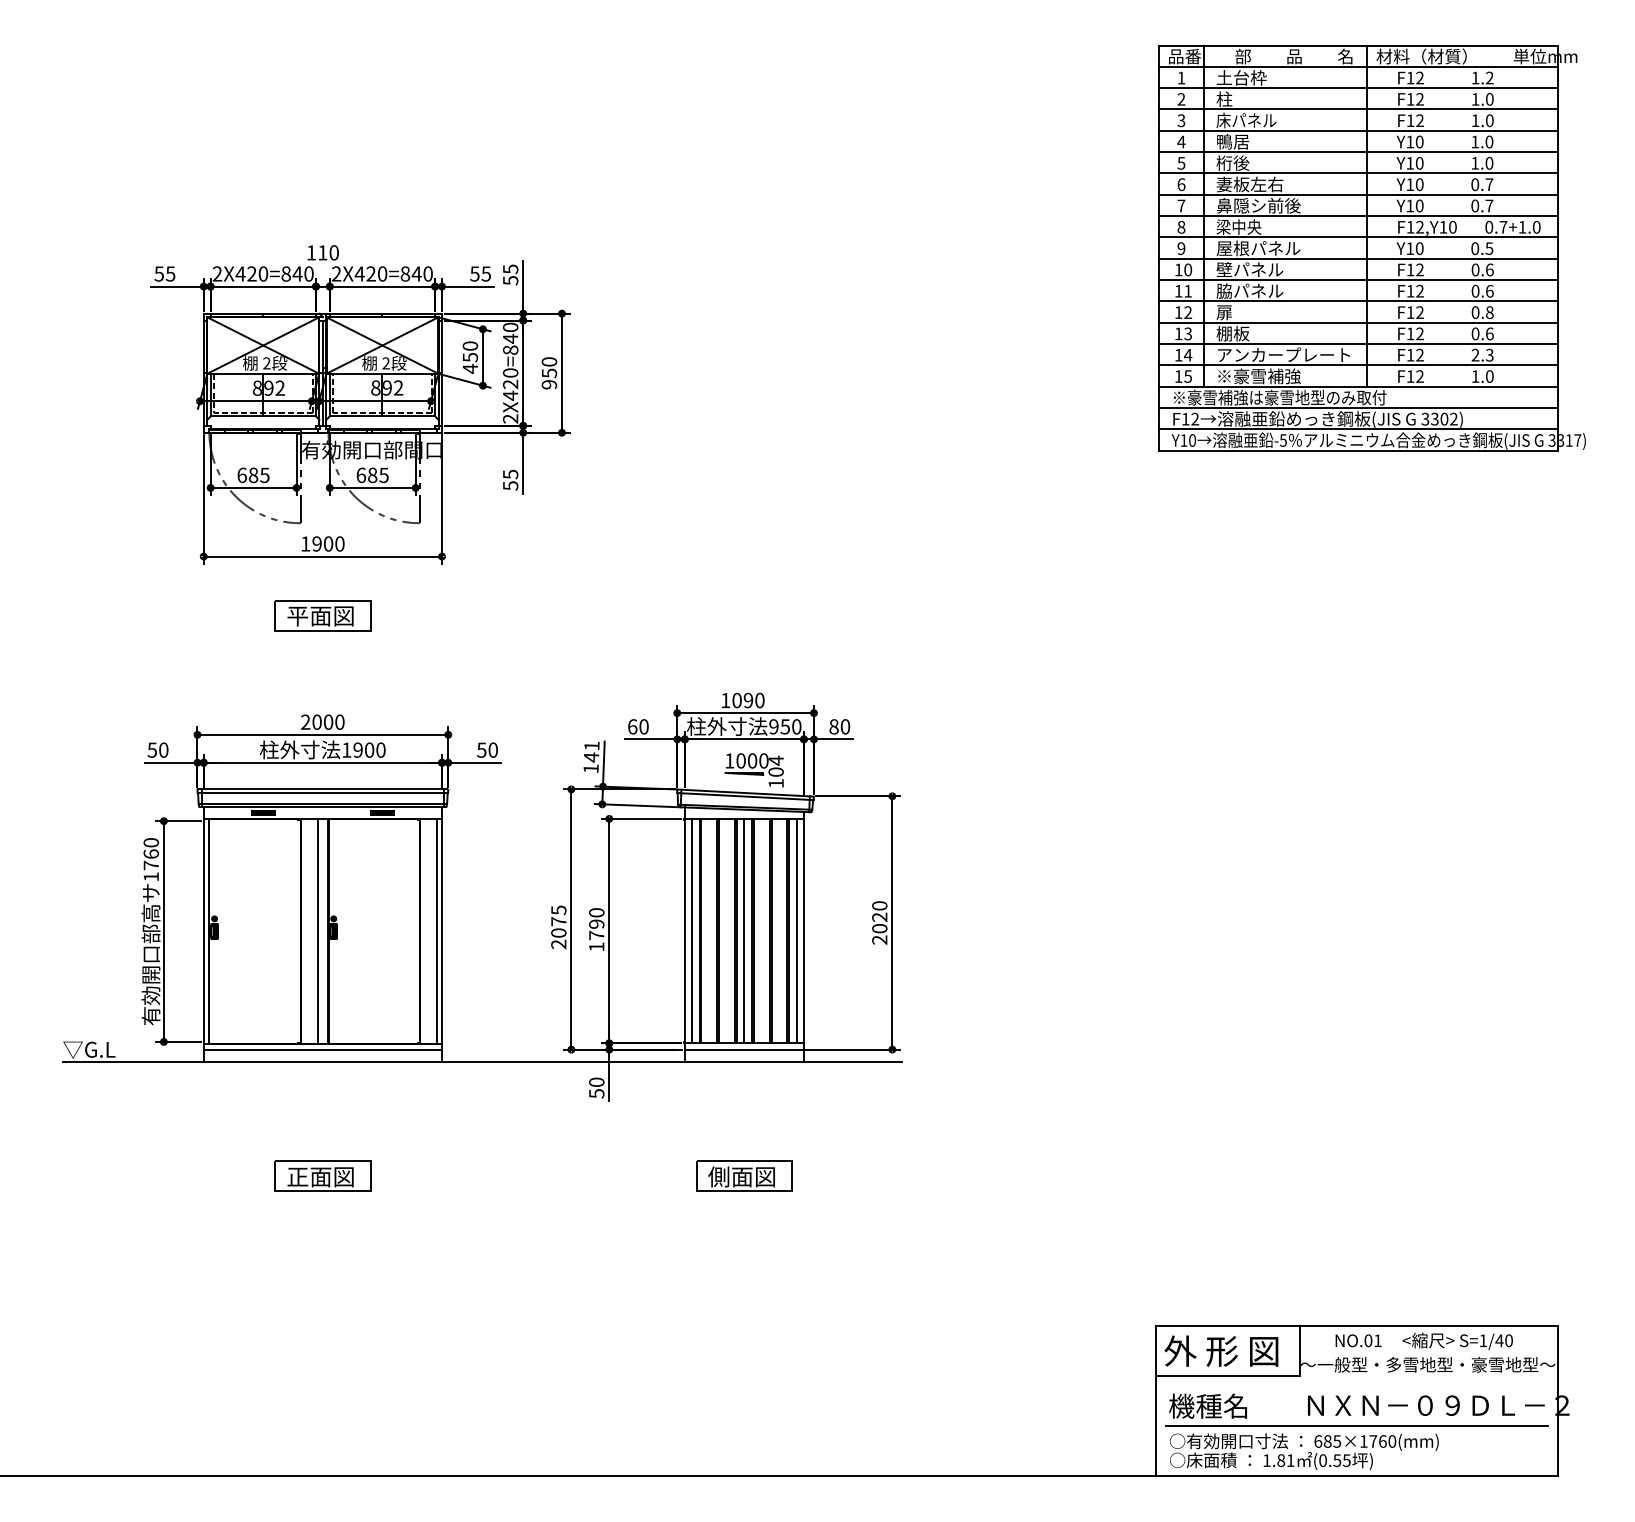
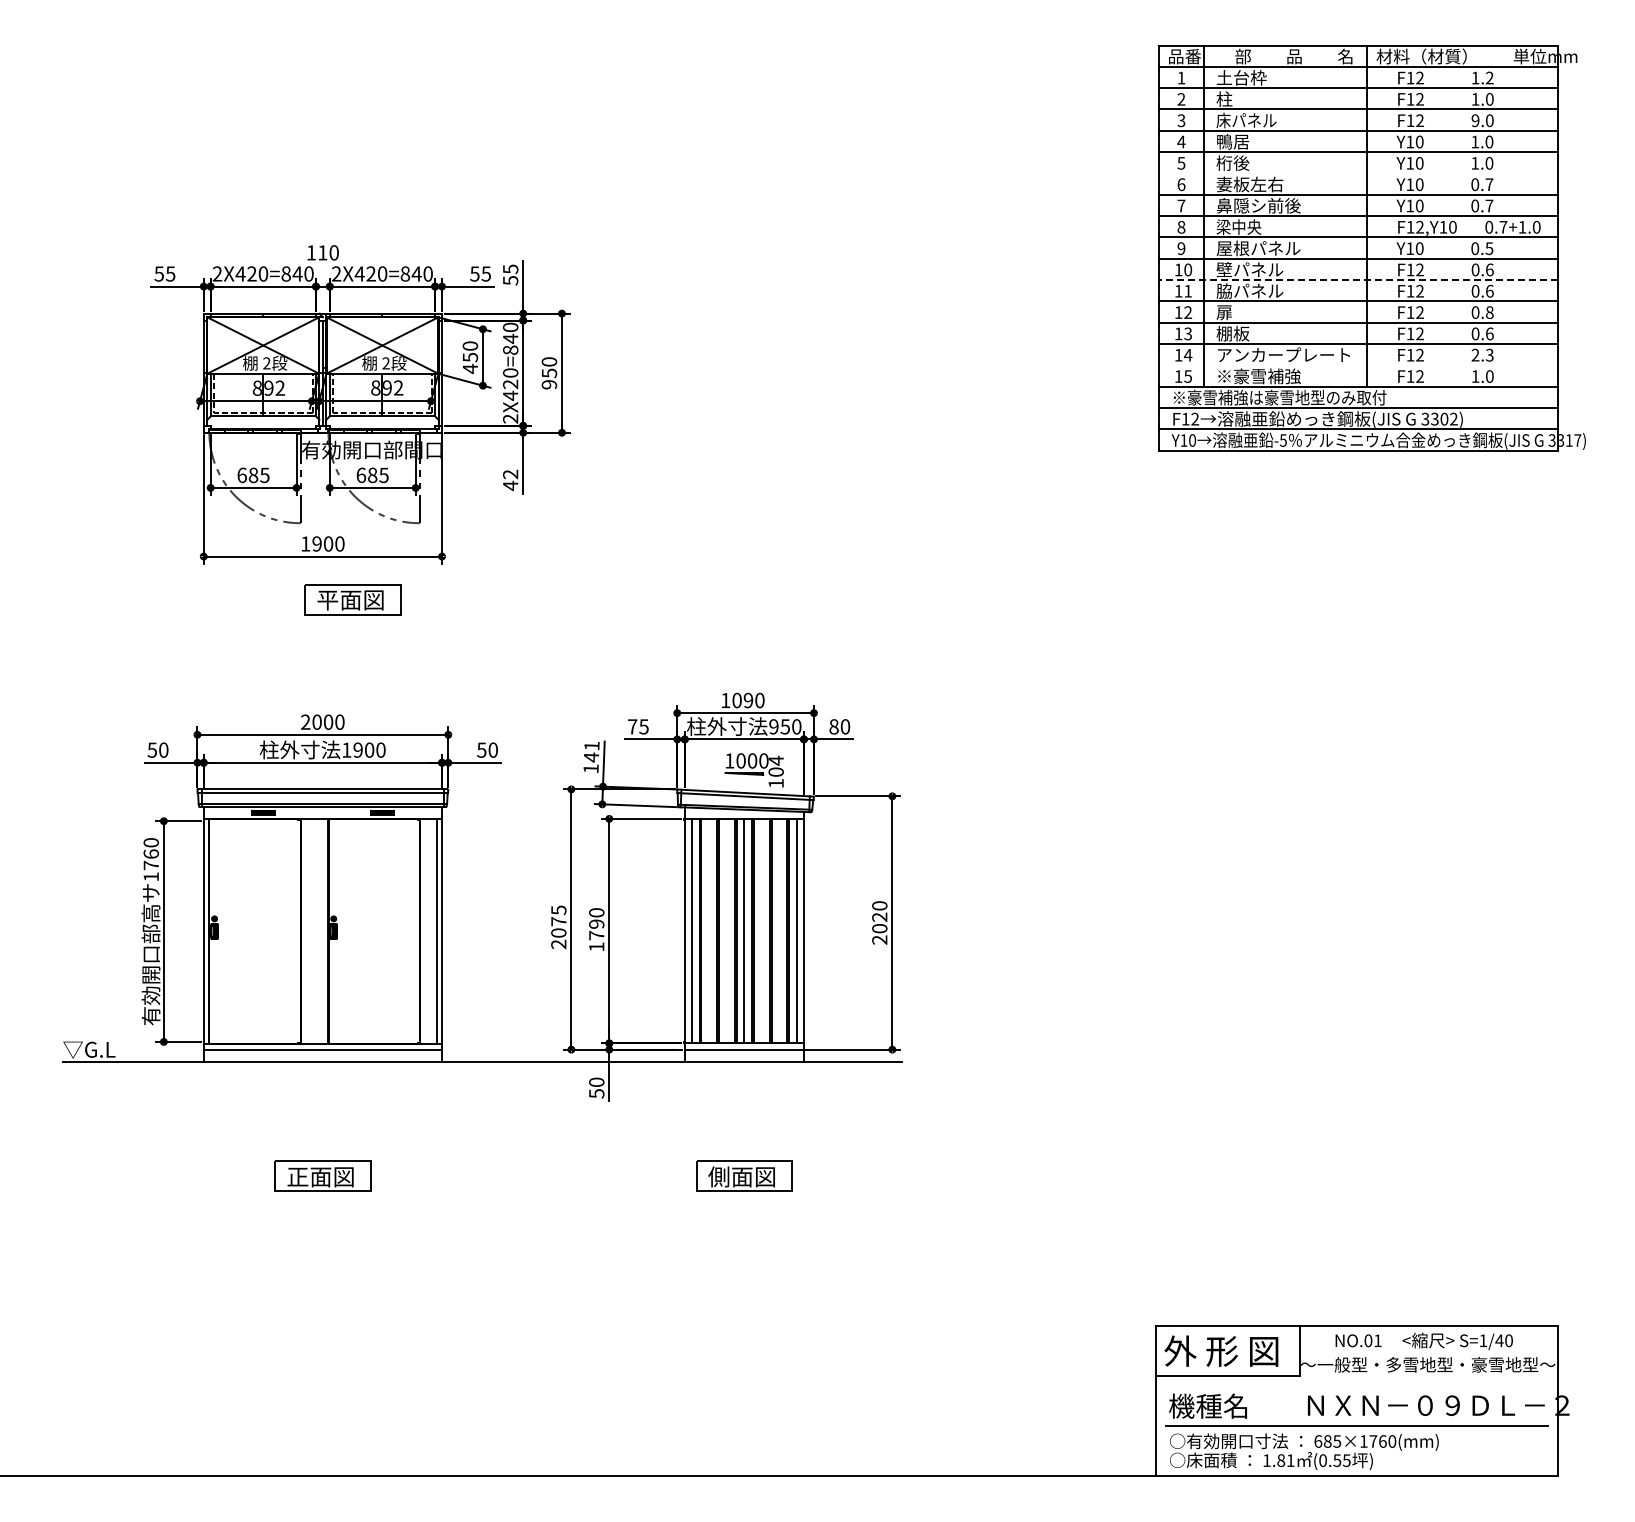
text at (1475, 120): 1.0 -> 9.0
line at (1357, 173): present -> none
line at (1357, 280): solid -> dashed
line at (1357, 365): present -> none
text at (510, 480): 55 -> 42
part at (322, 615) position: (322, 615) -> (352, 599)
text at (638, 726): 60 -> 75
line at (317, 931): present -> none
